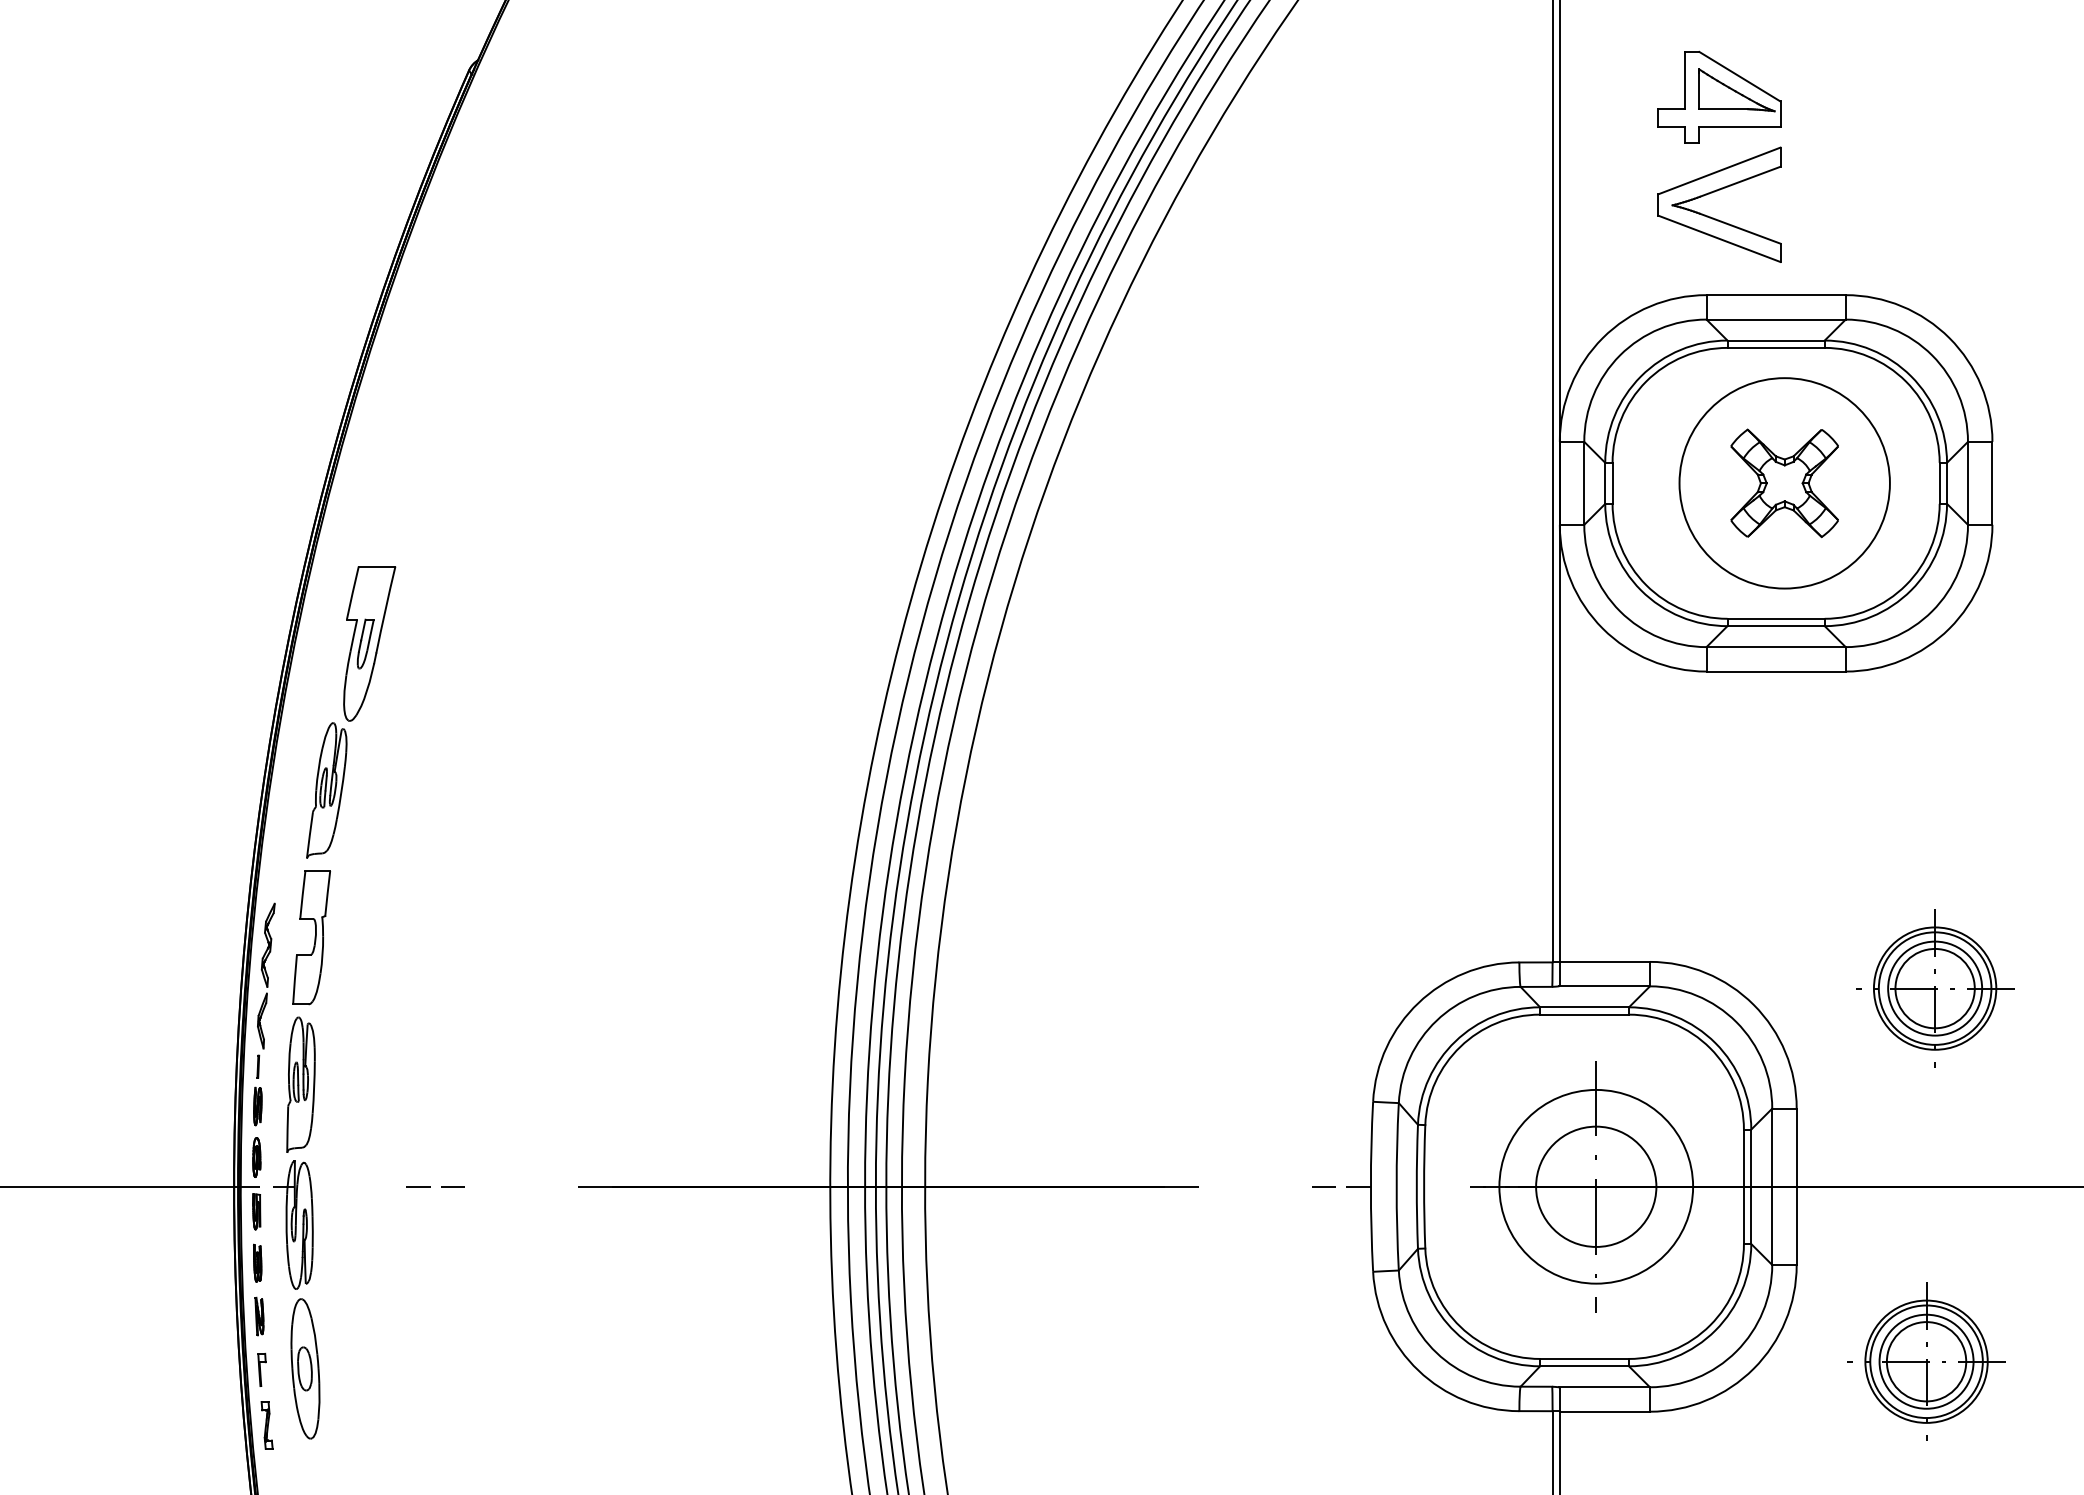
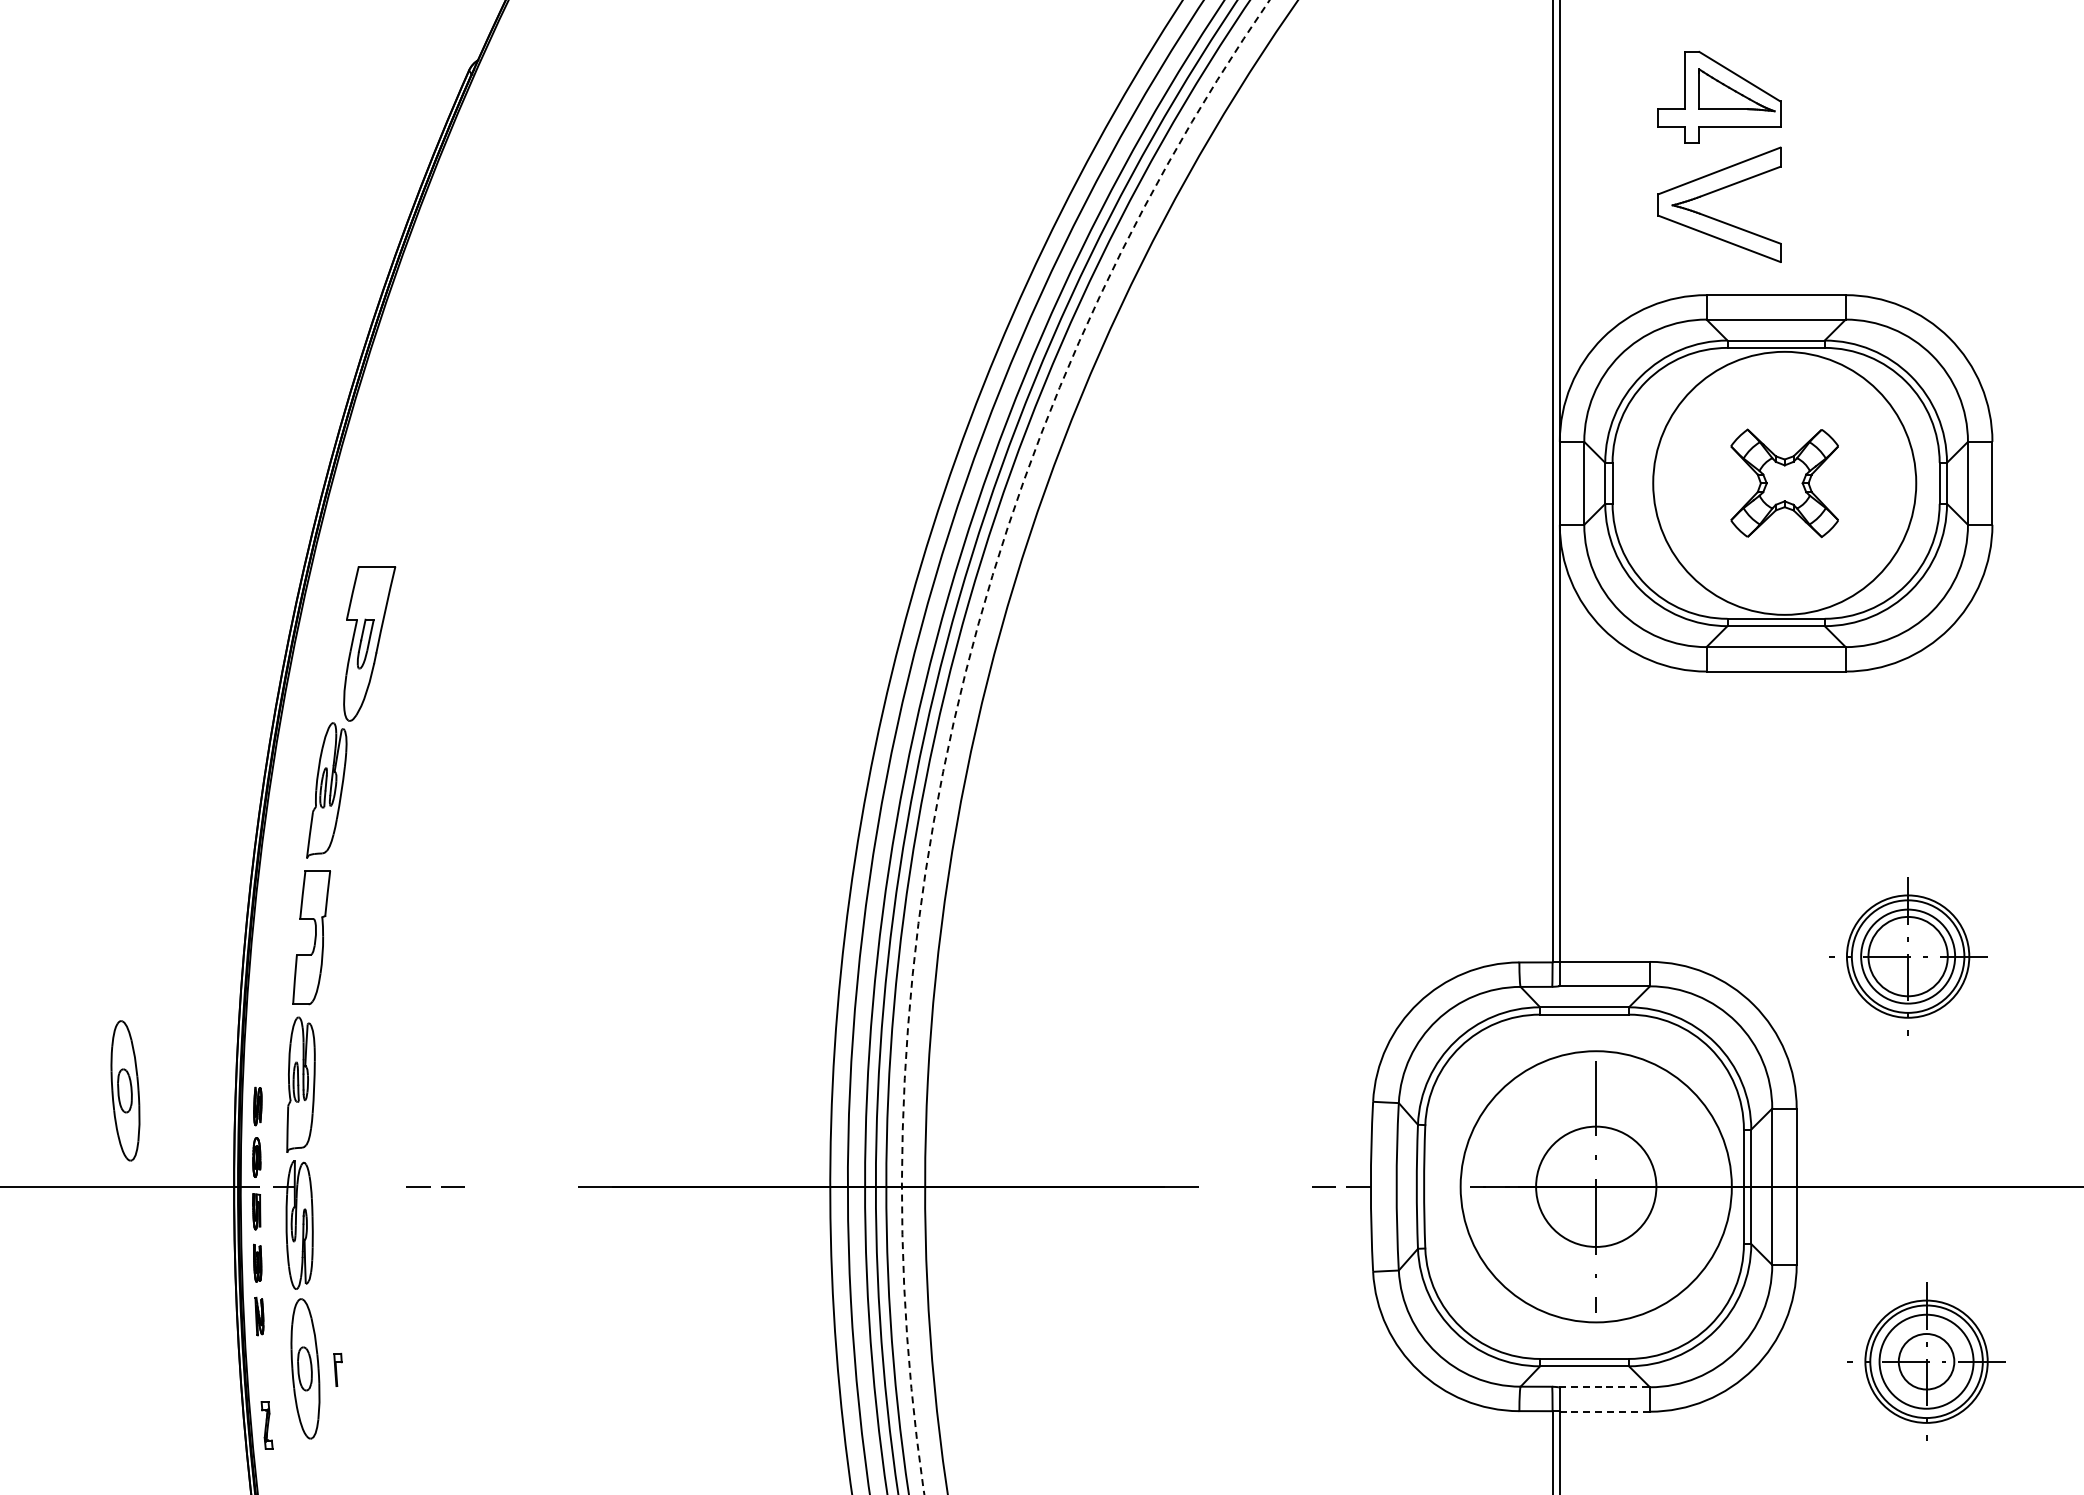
circle at (1784, 483) diameter: 210 px -> 263 px
arc at (955, 714): solid -> dashed
part at (1935, 988) position: (1935, 988) -> (1908, 956)
part at (265, 990): present -> none
part at (125, 1090): none -> present
circle at (1596, 1186) diameter: 194 px -> 271 px
circle at (1926, 1361) diameter: 79 px -> 56 px
part at (261, 1369) position: (261, 1369) -> (337, 1369)
line at (1604, 1387): solid -> dashed
line at (1605, 1411): solid -> dashed
